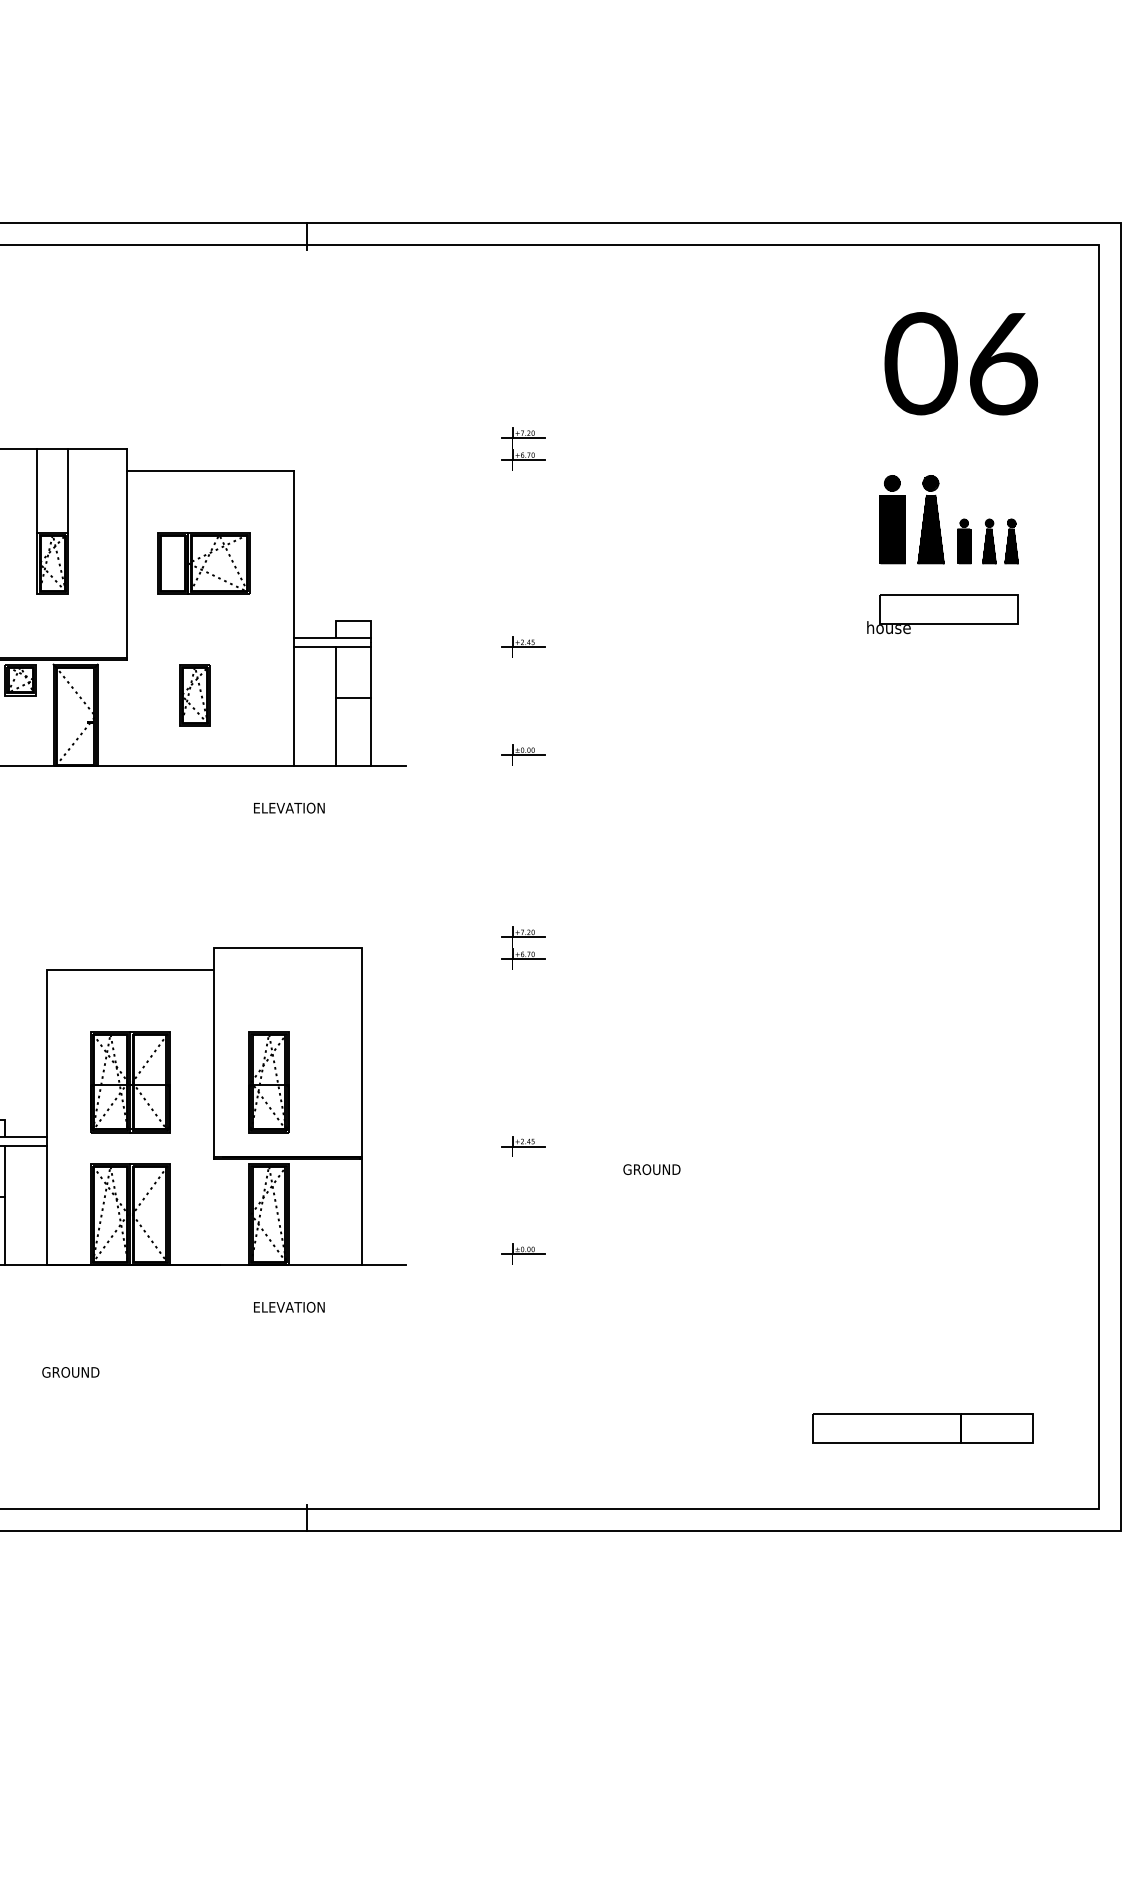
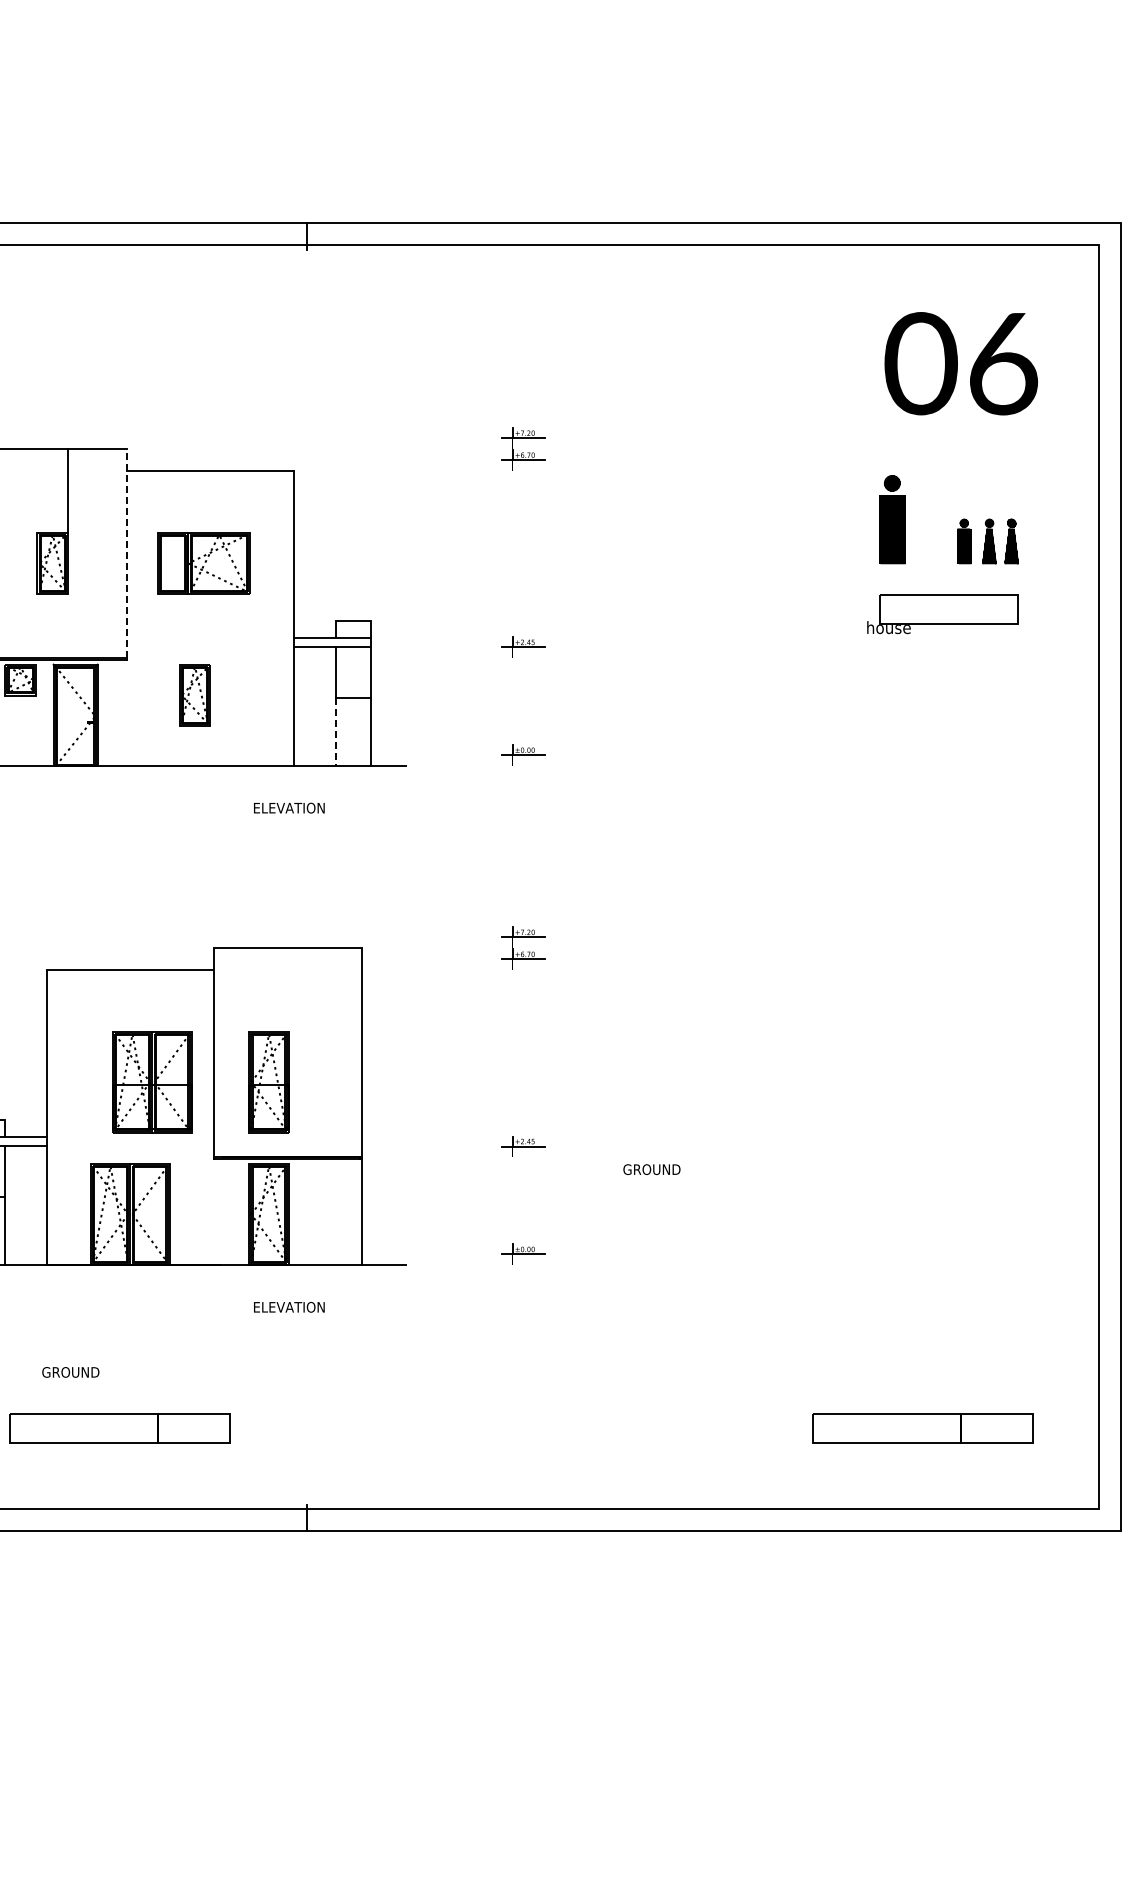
line at (37, 490): present -> none
part at (930, 519): present -> none
line at (126, 553): solid -> dashed
line at (335, 732): solid -> dashed
part at (130, 1082) position: (130, 1082) -> (152, 1082)
part at (119, 1428): none -> present
